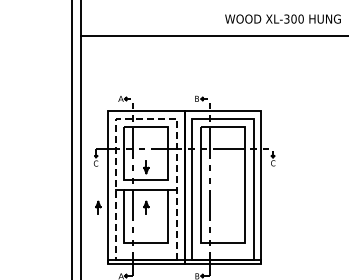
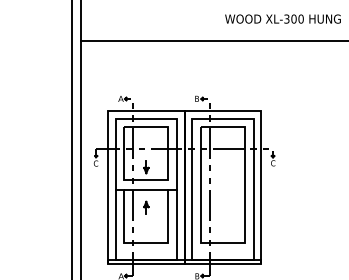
line at (212, 36) position: (212, 36) -> (212, 41)
line at (146, 118): dashed -> solid
part at (98, 207): present -> none
